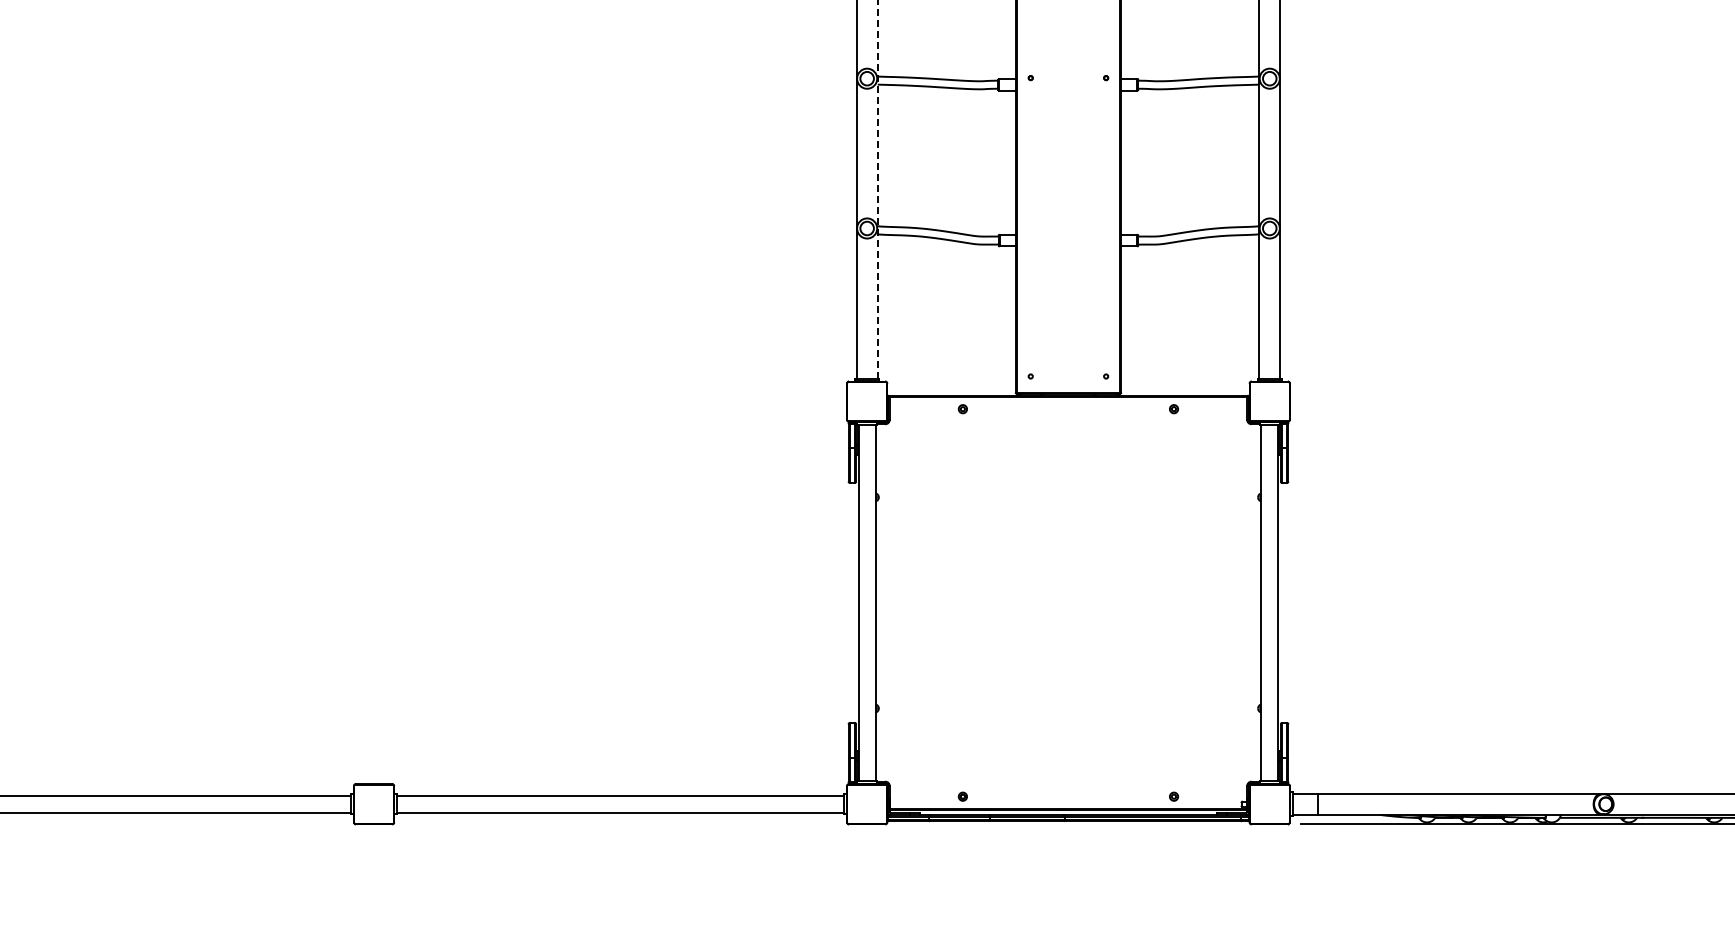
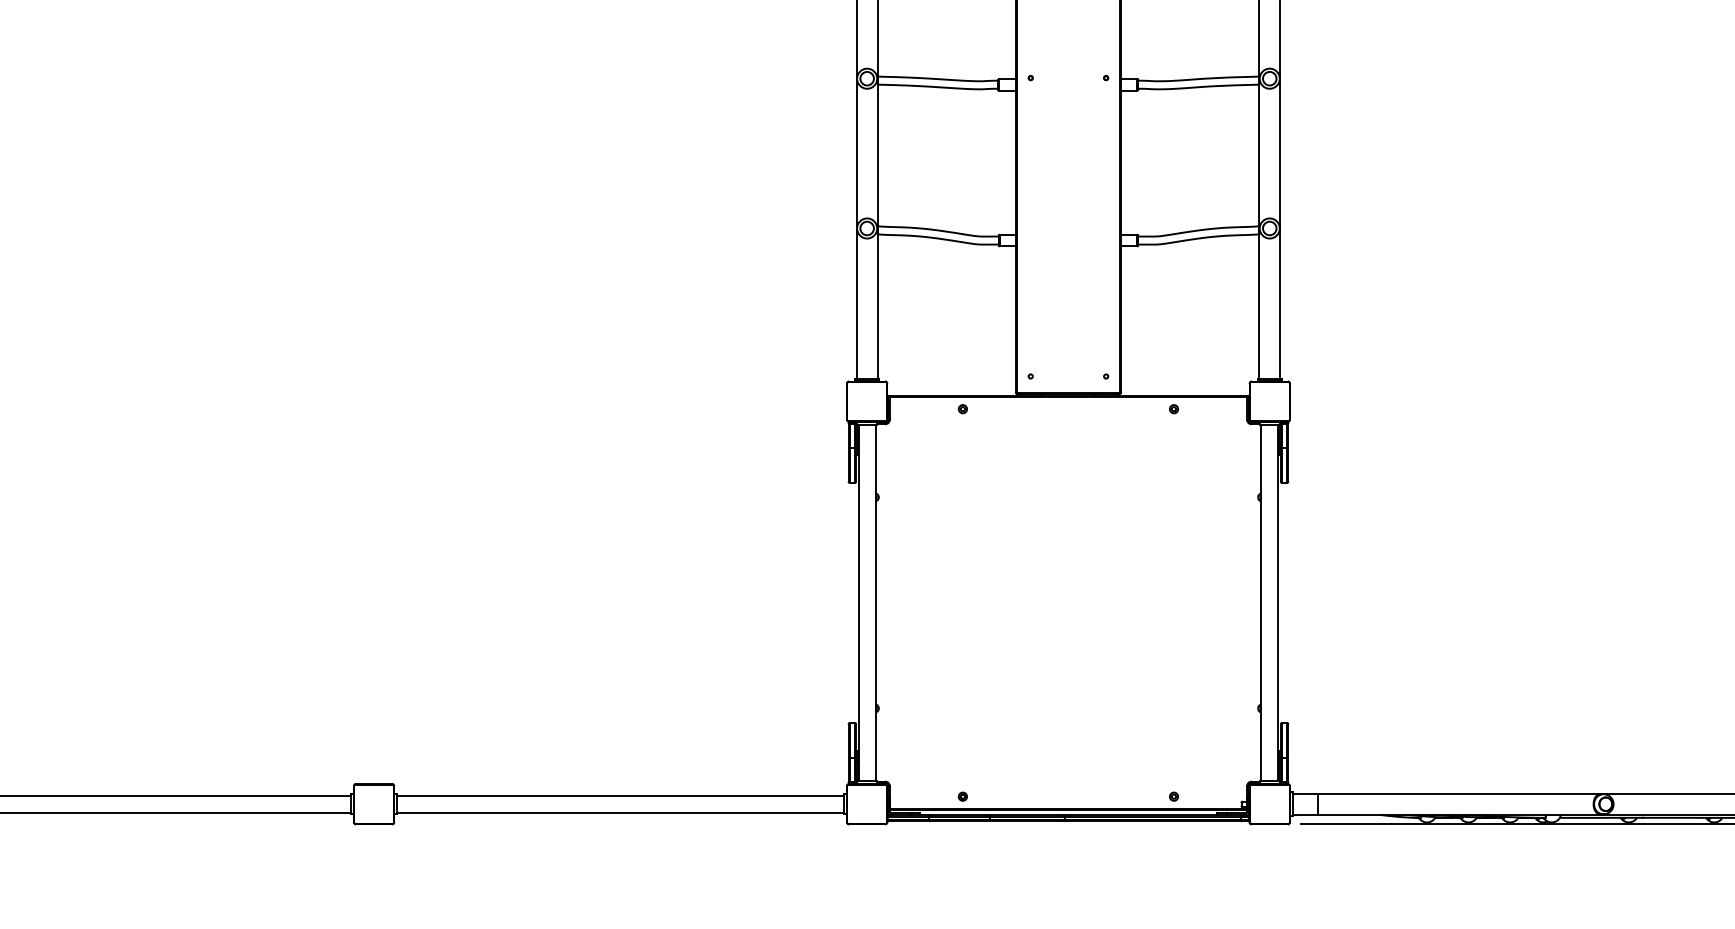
line at (877, 189): dashed -> solid
